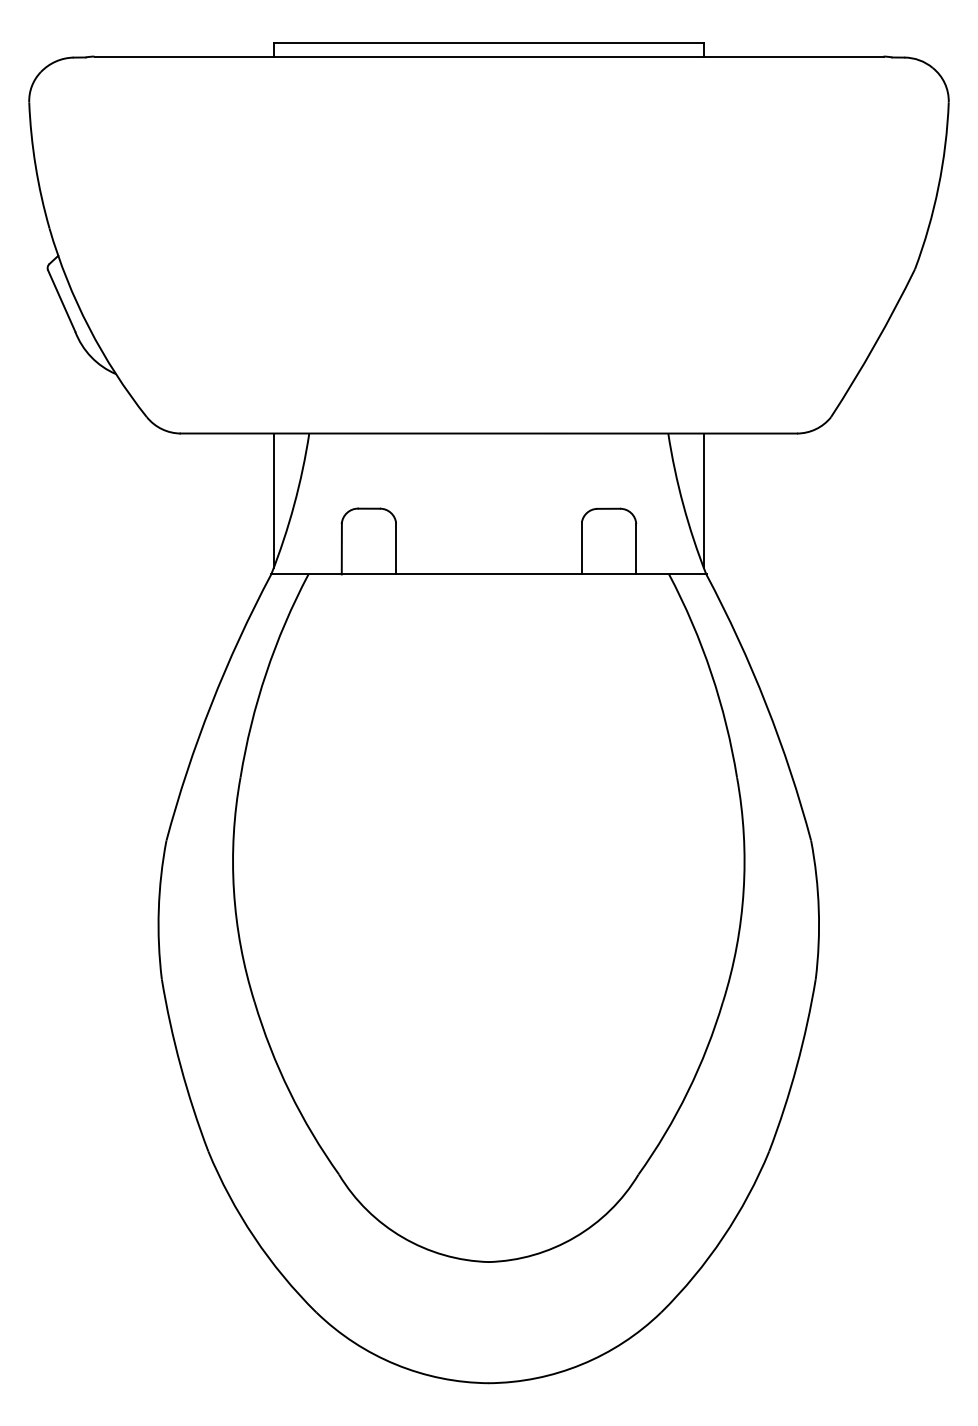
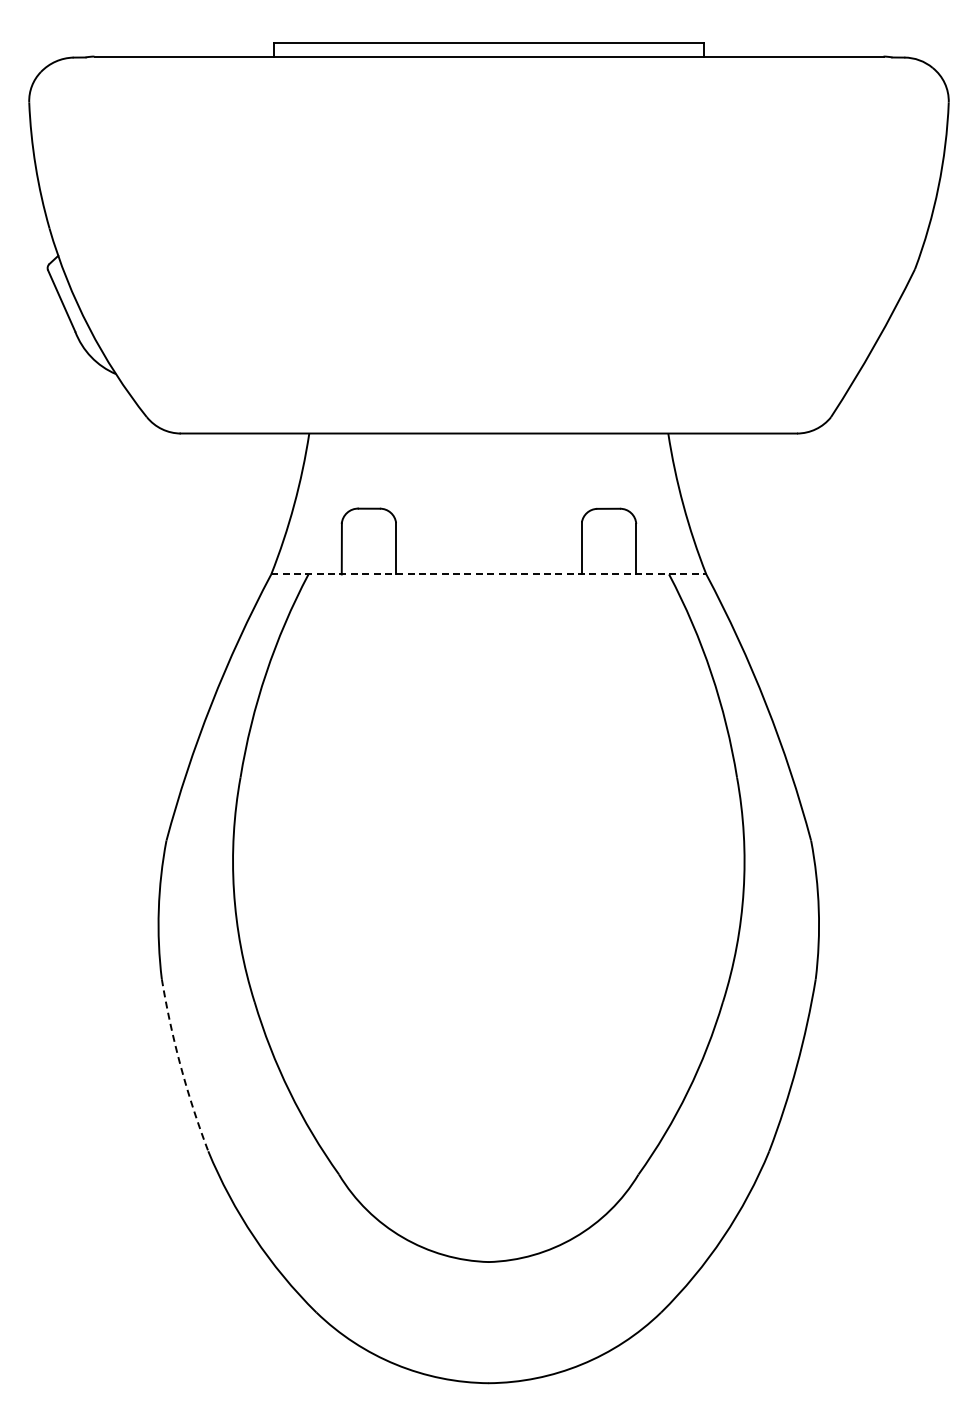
line at (273, 500): present -> none
line at (704, 500): present -> none
line at (489, 574): solid -> dashed
arc at (180, 1066): solid -> dashed
